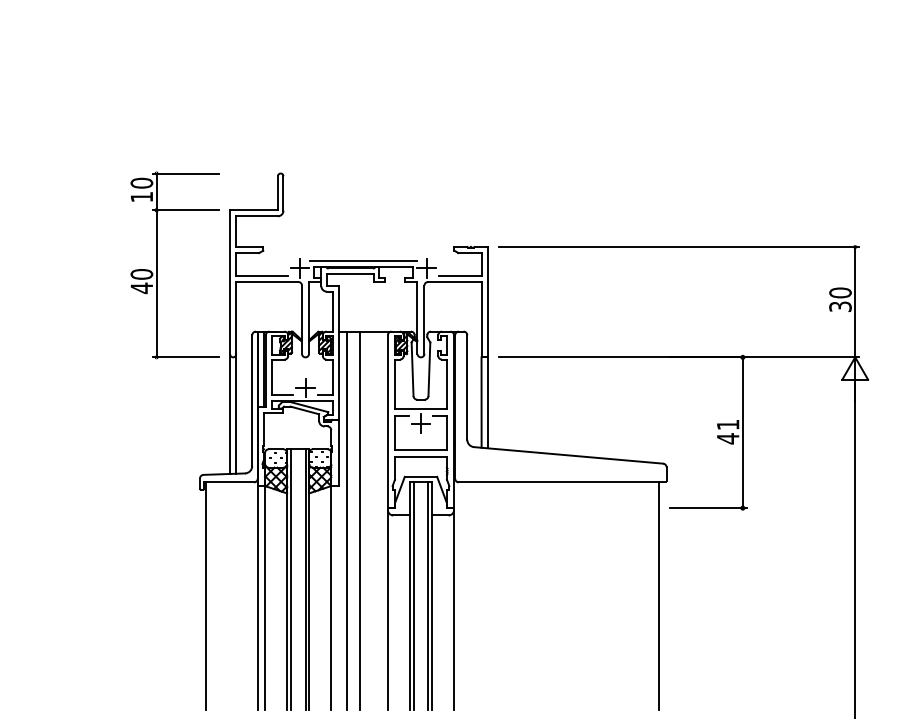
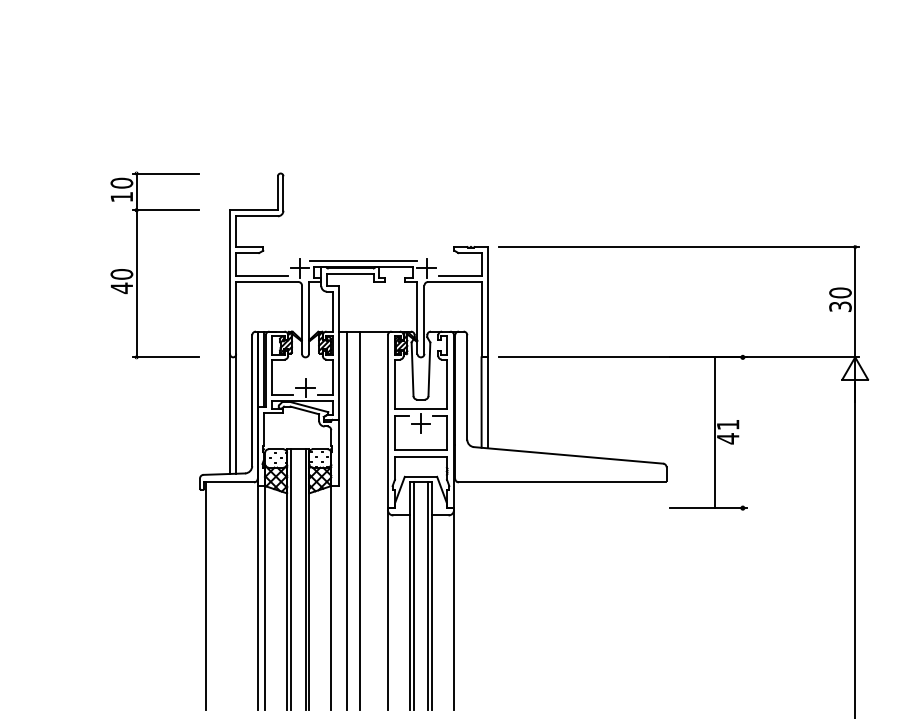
part at (157, 265) position: (157, 265) -> (137, 265)
line at (742, 432) position: (742, 432) -> (714, 432)
line at (659, 596): present -> none
